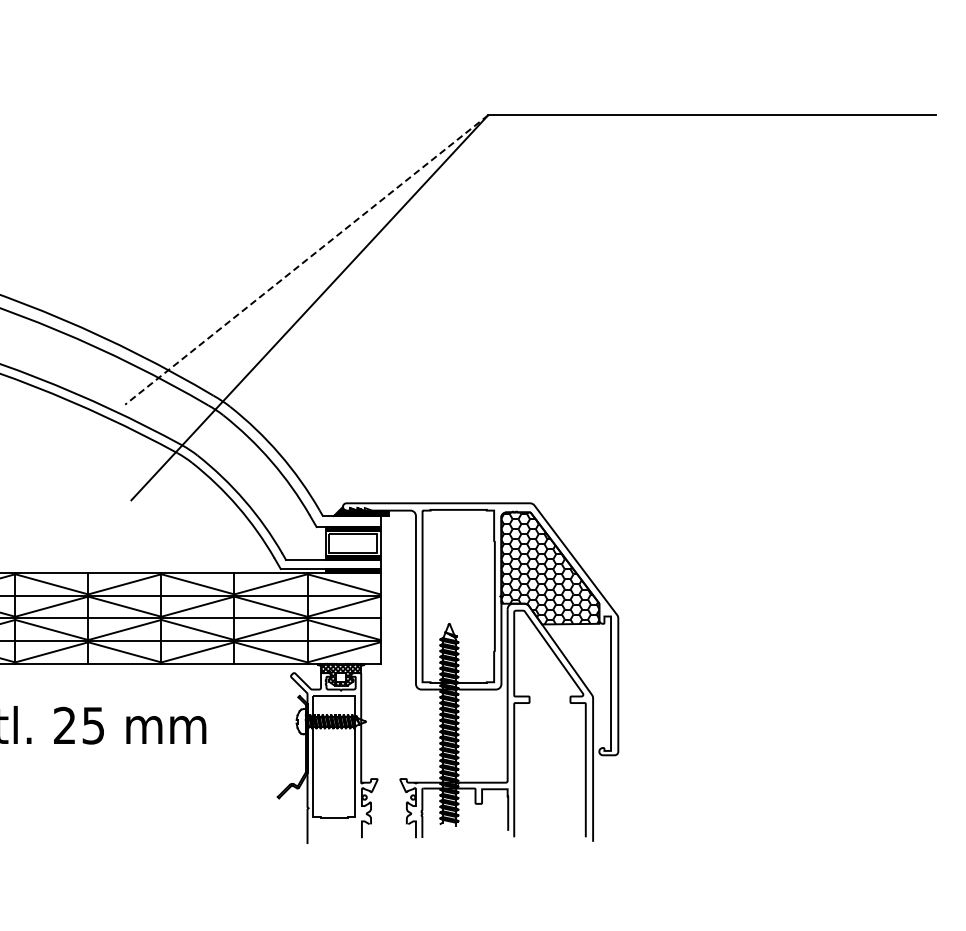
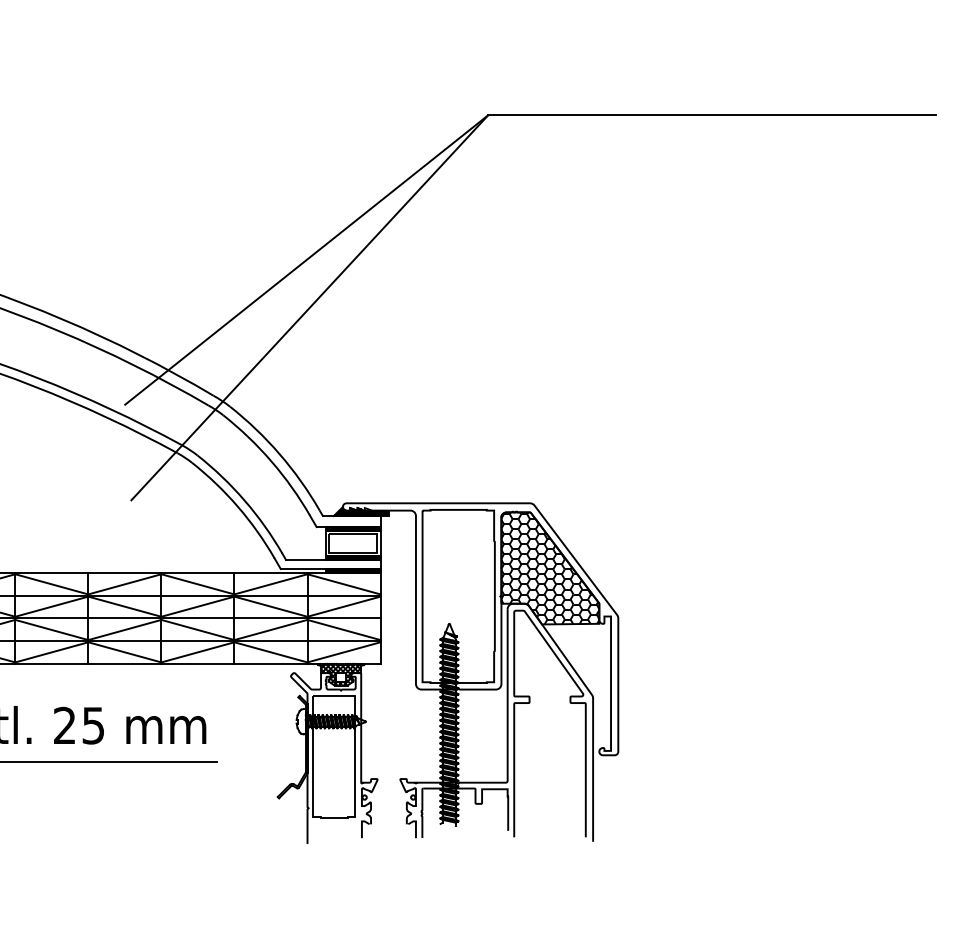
line at (306, 260): dashed -> solid
line at (109, 762): none -> present
